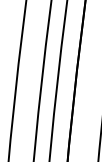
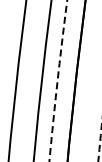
arc at (57, 80): solid -> dashed
circle at (99, 142): solid -> dashed
